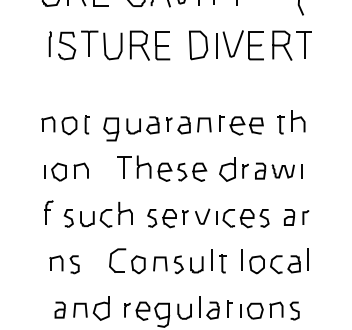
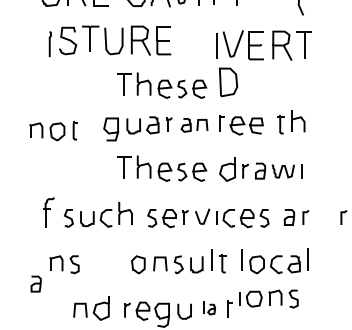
part at (114, 45) position: (114, 45) -> (115, 40)
part at (198, 45) position: (198, 45) -> (228, 82)
part at (162, 85): none -> present
part at (65, 125) position: (65, 125) -> (53, 131)
part at (194, 125) size: 35x19 px -> 29x15 px
part at (66, 171): present -> none
part at (48, 212) size: 10x25 px -> 12x31 px
line at (342, 217): none -> present
part at (117, 260): present -> none
part at (209, 307) size: 21x24 px -> 13x15 px
part at (59, 309) position: (59, 309) -> (35, 283)
part at (269, 310) position: (269, 310) -> (268, 298)
